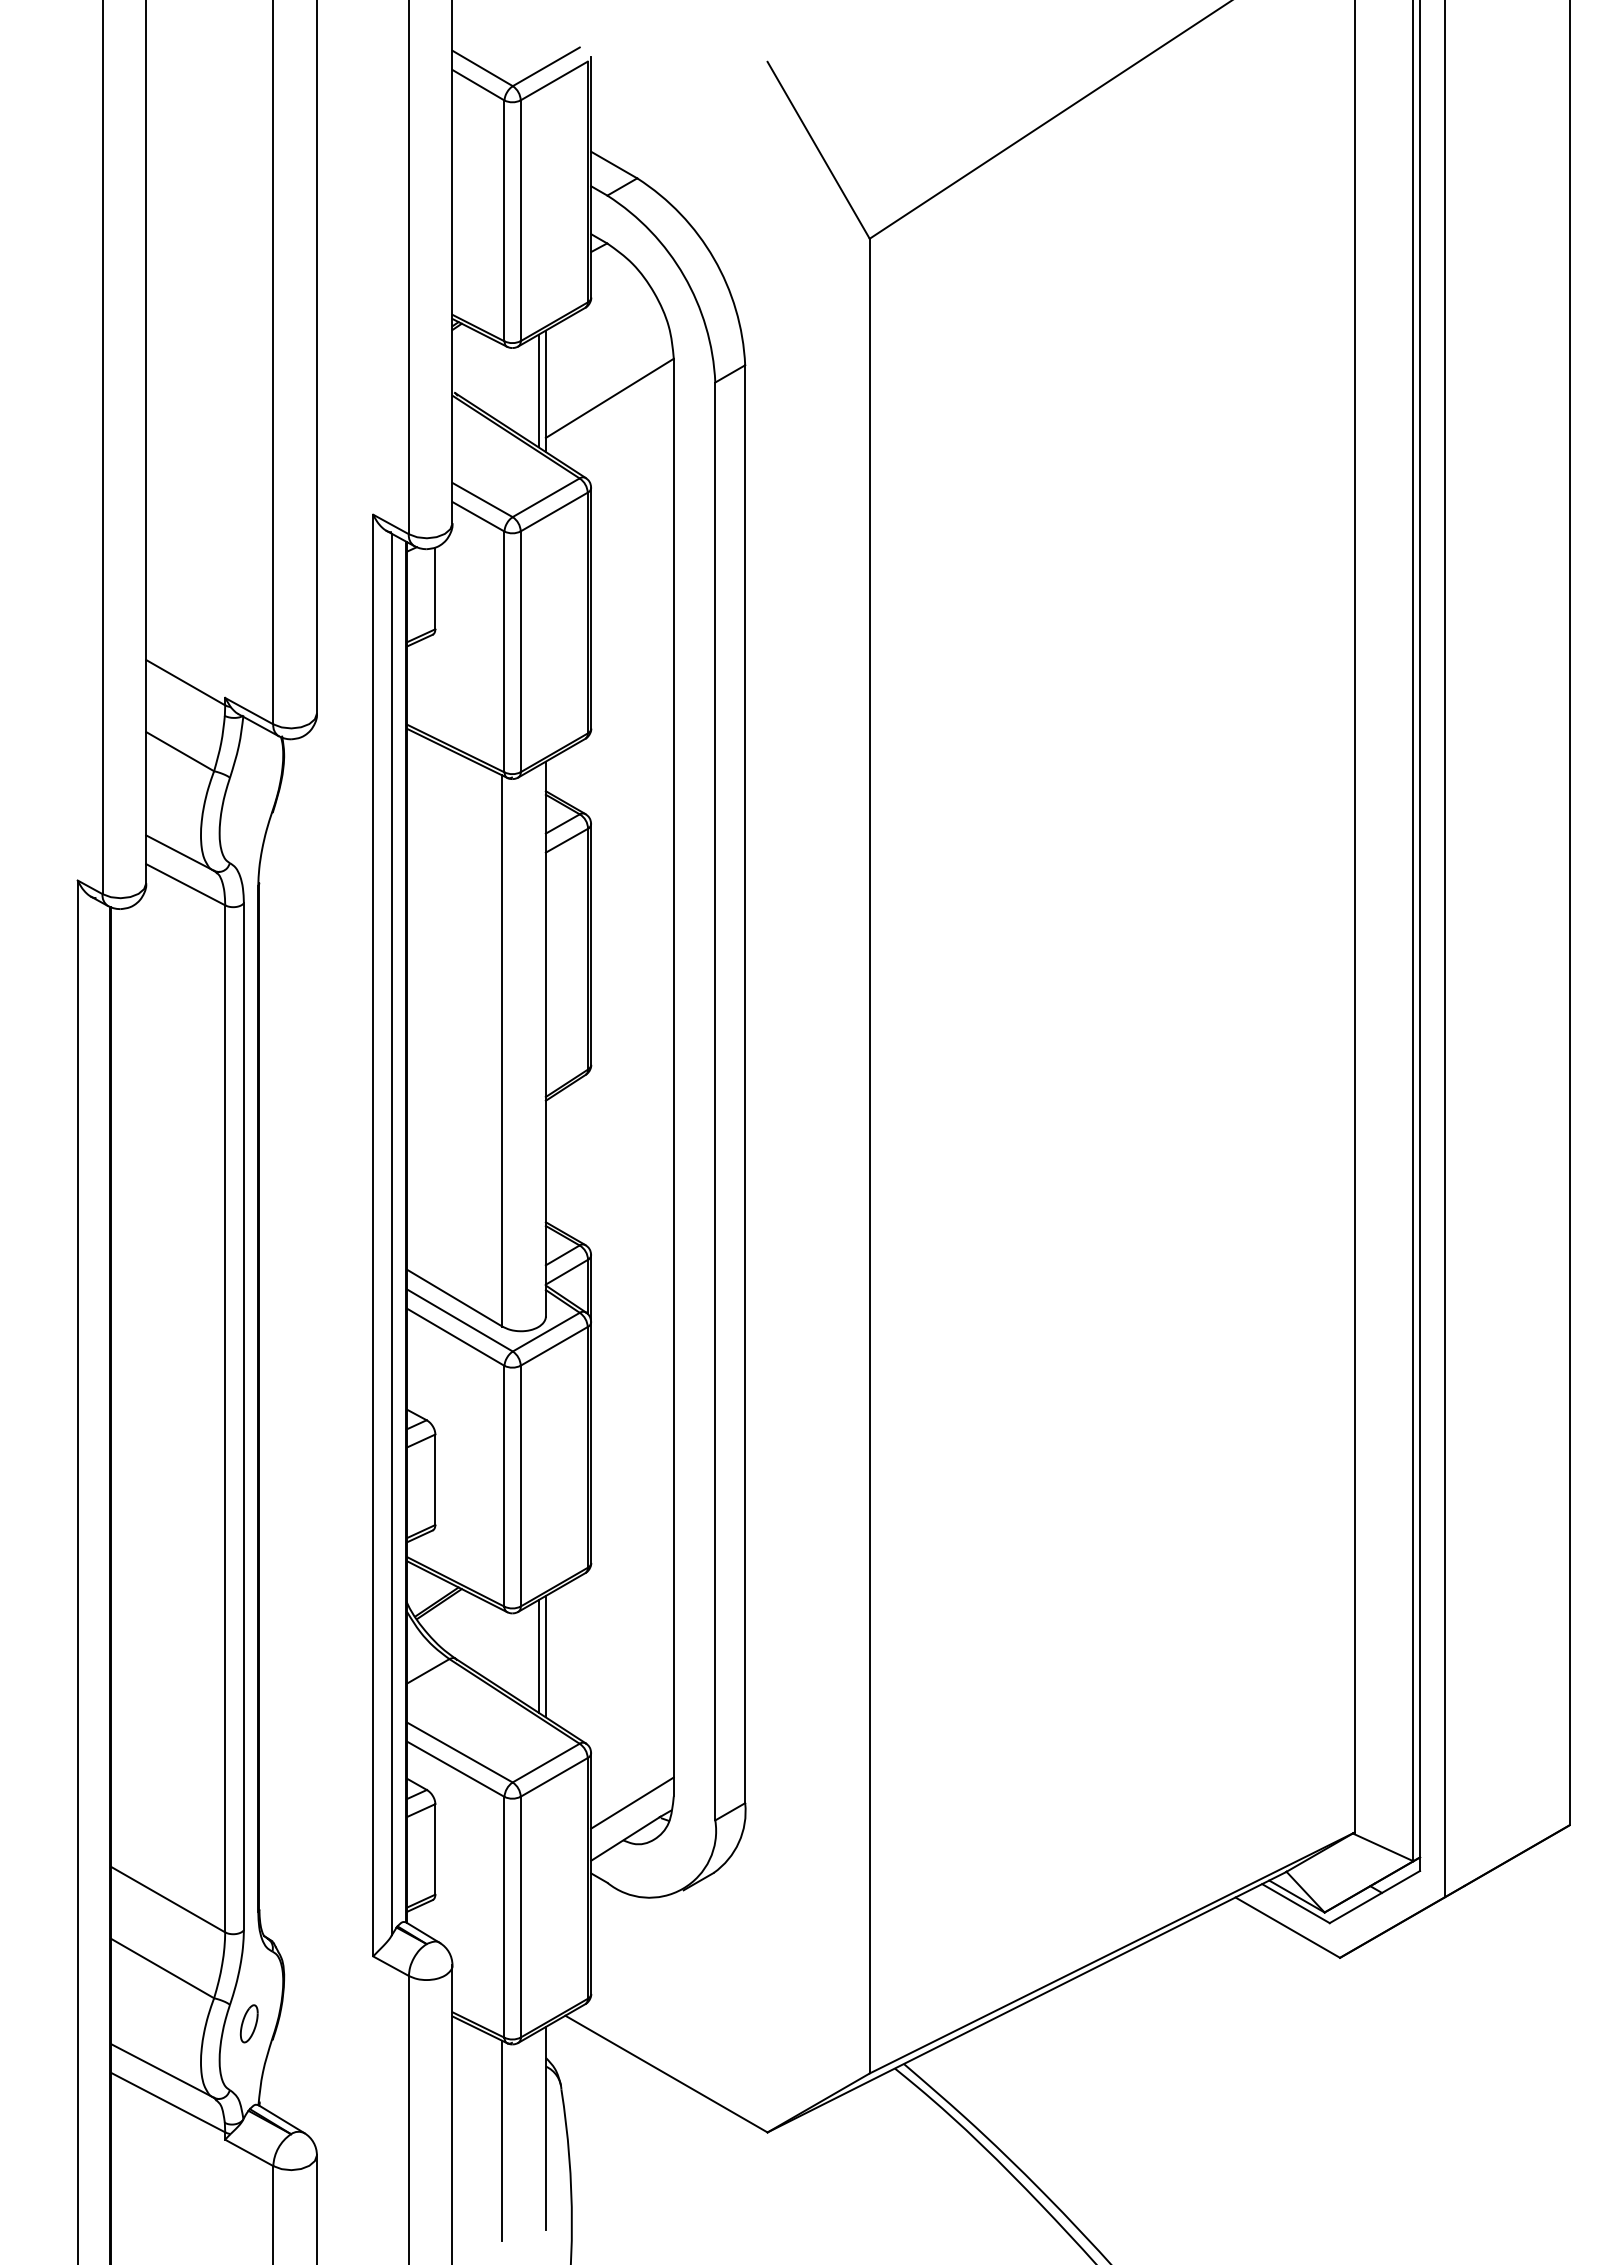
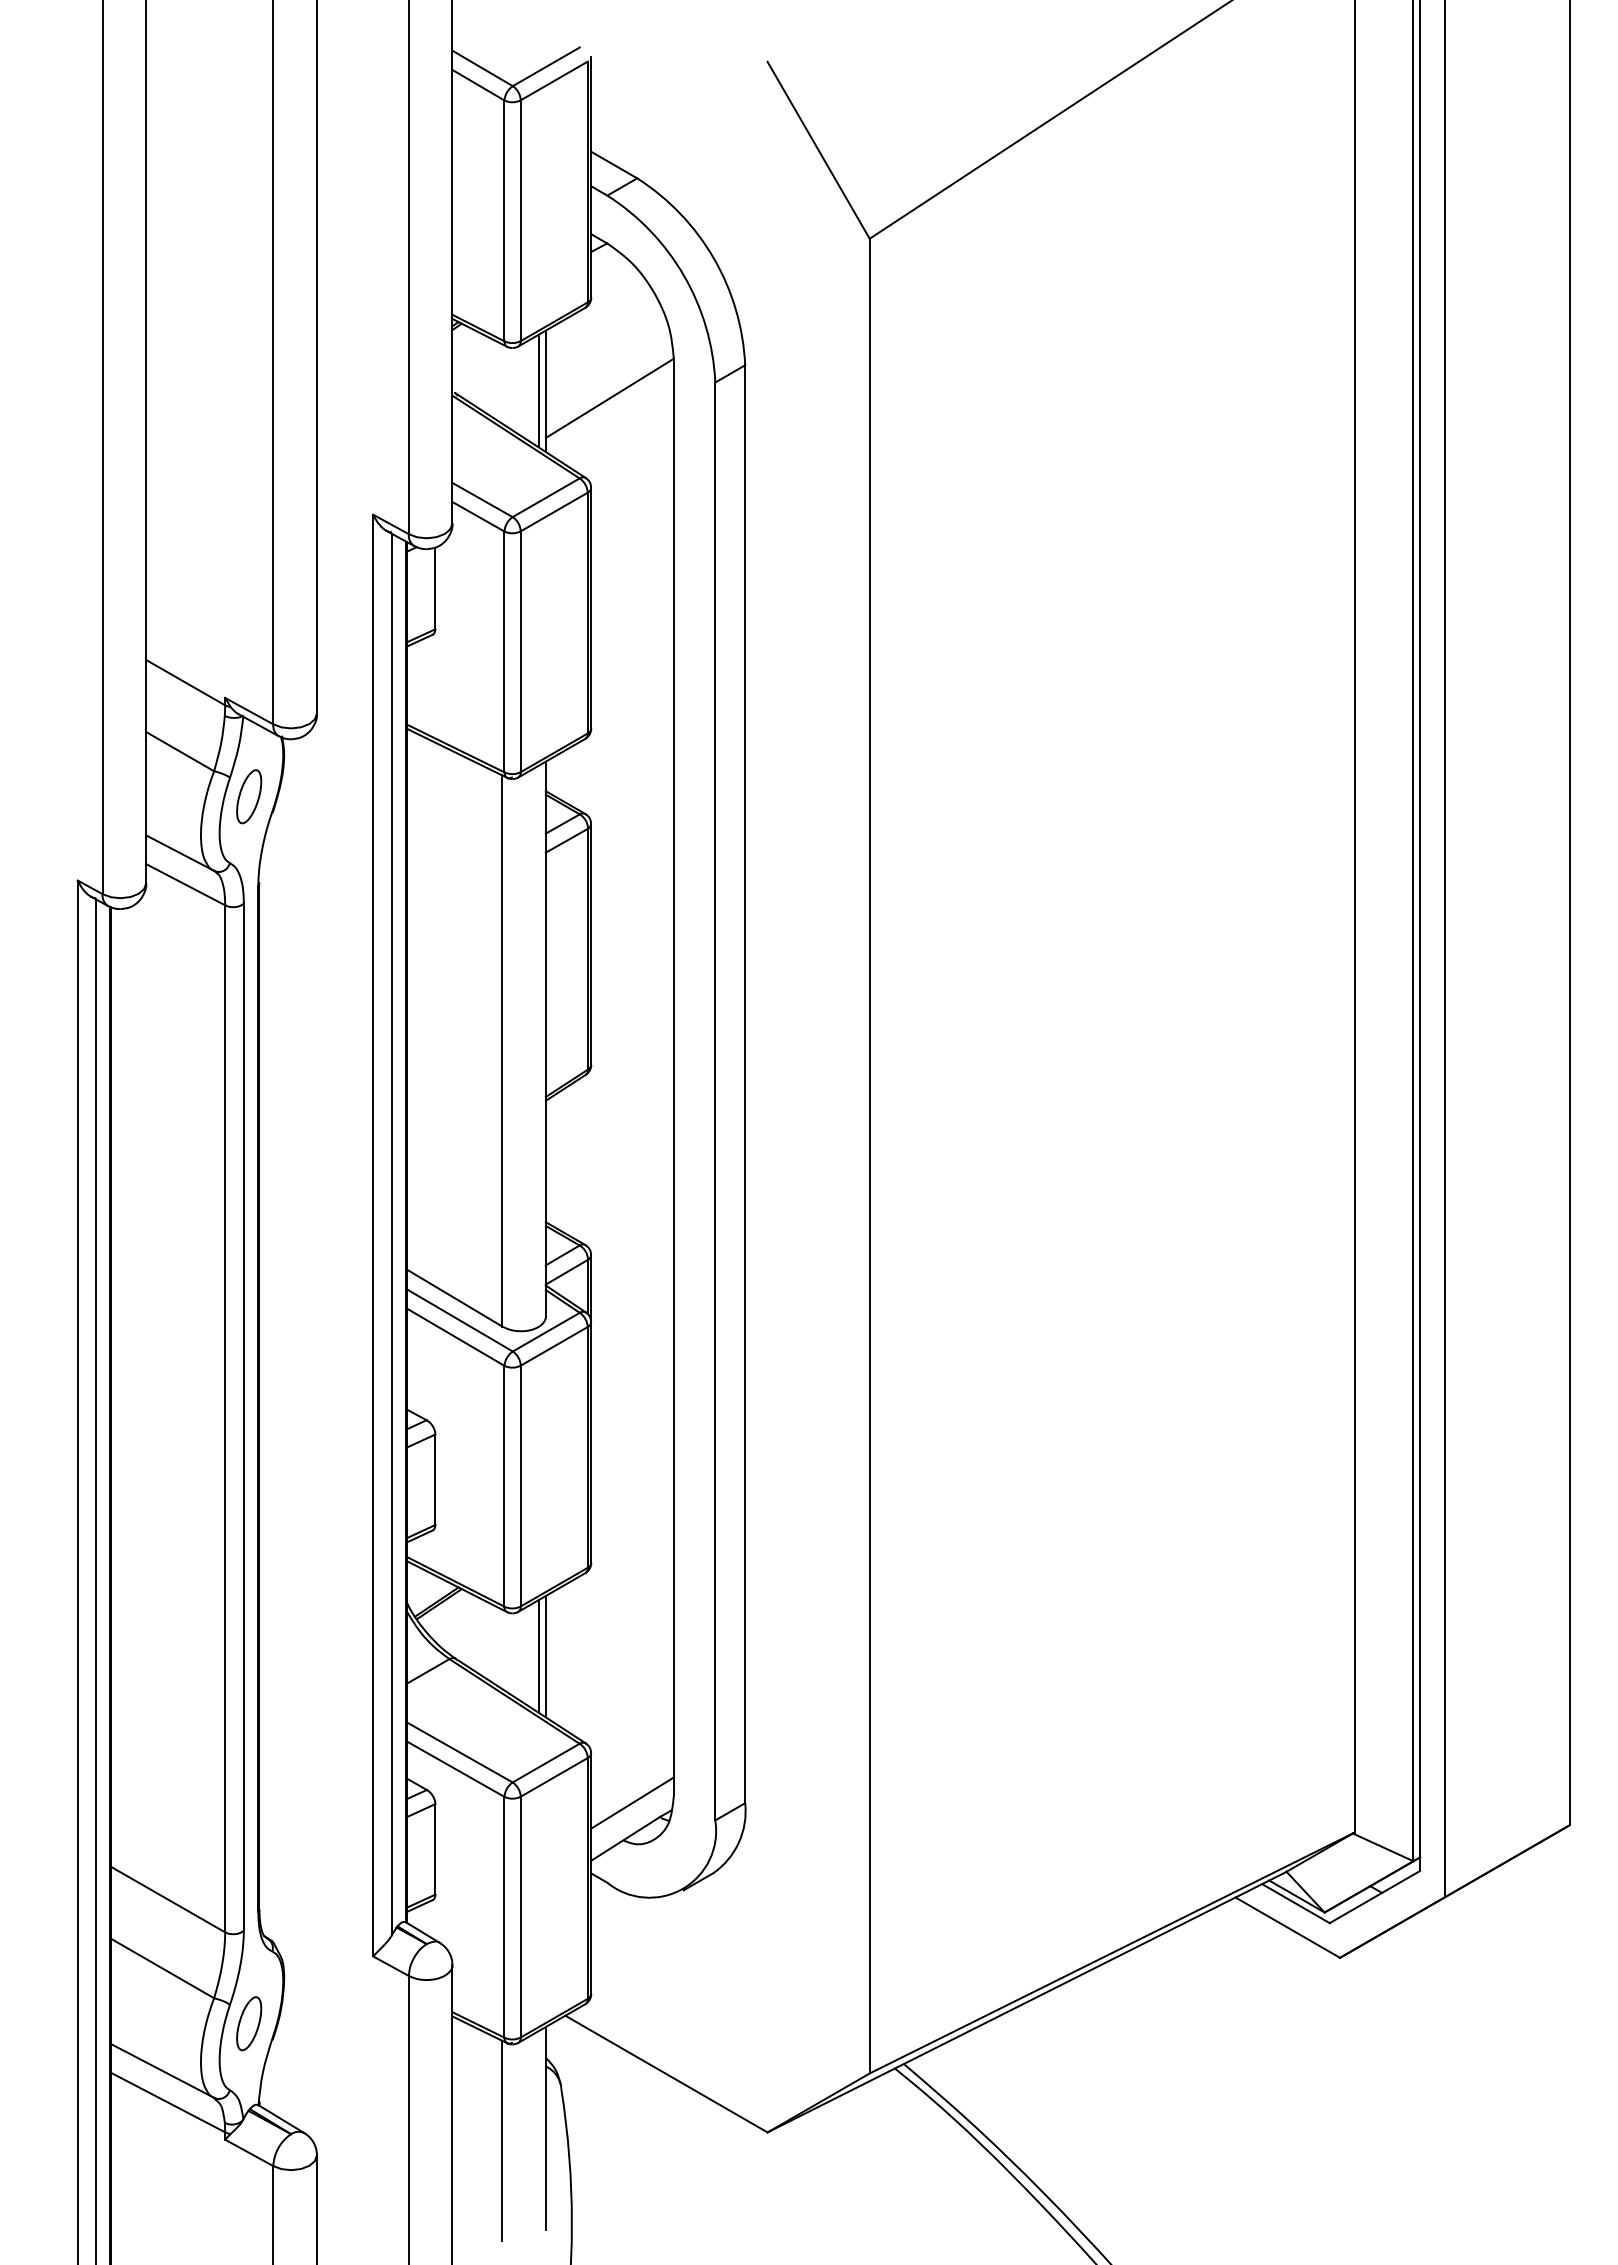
part at (249, 796): none -> present
line at (96, 1580): none -> present
part at (248, 2023) size: 20x40 px -> 27x56 px
